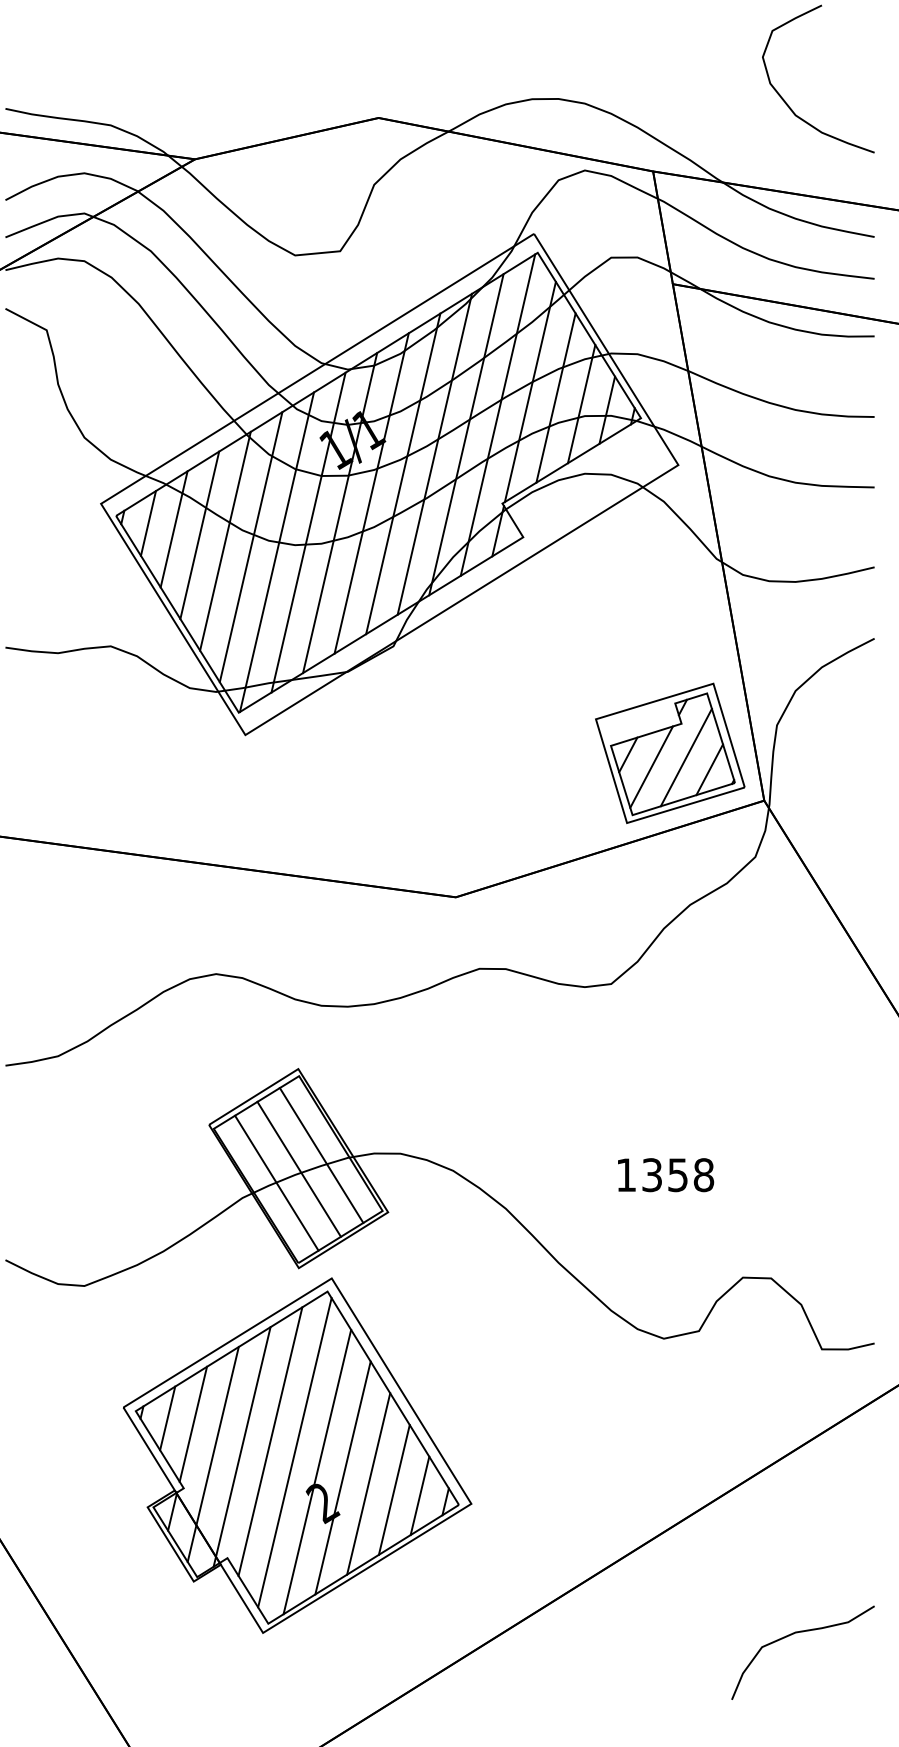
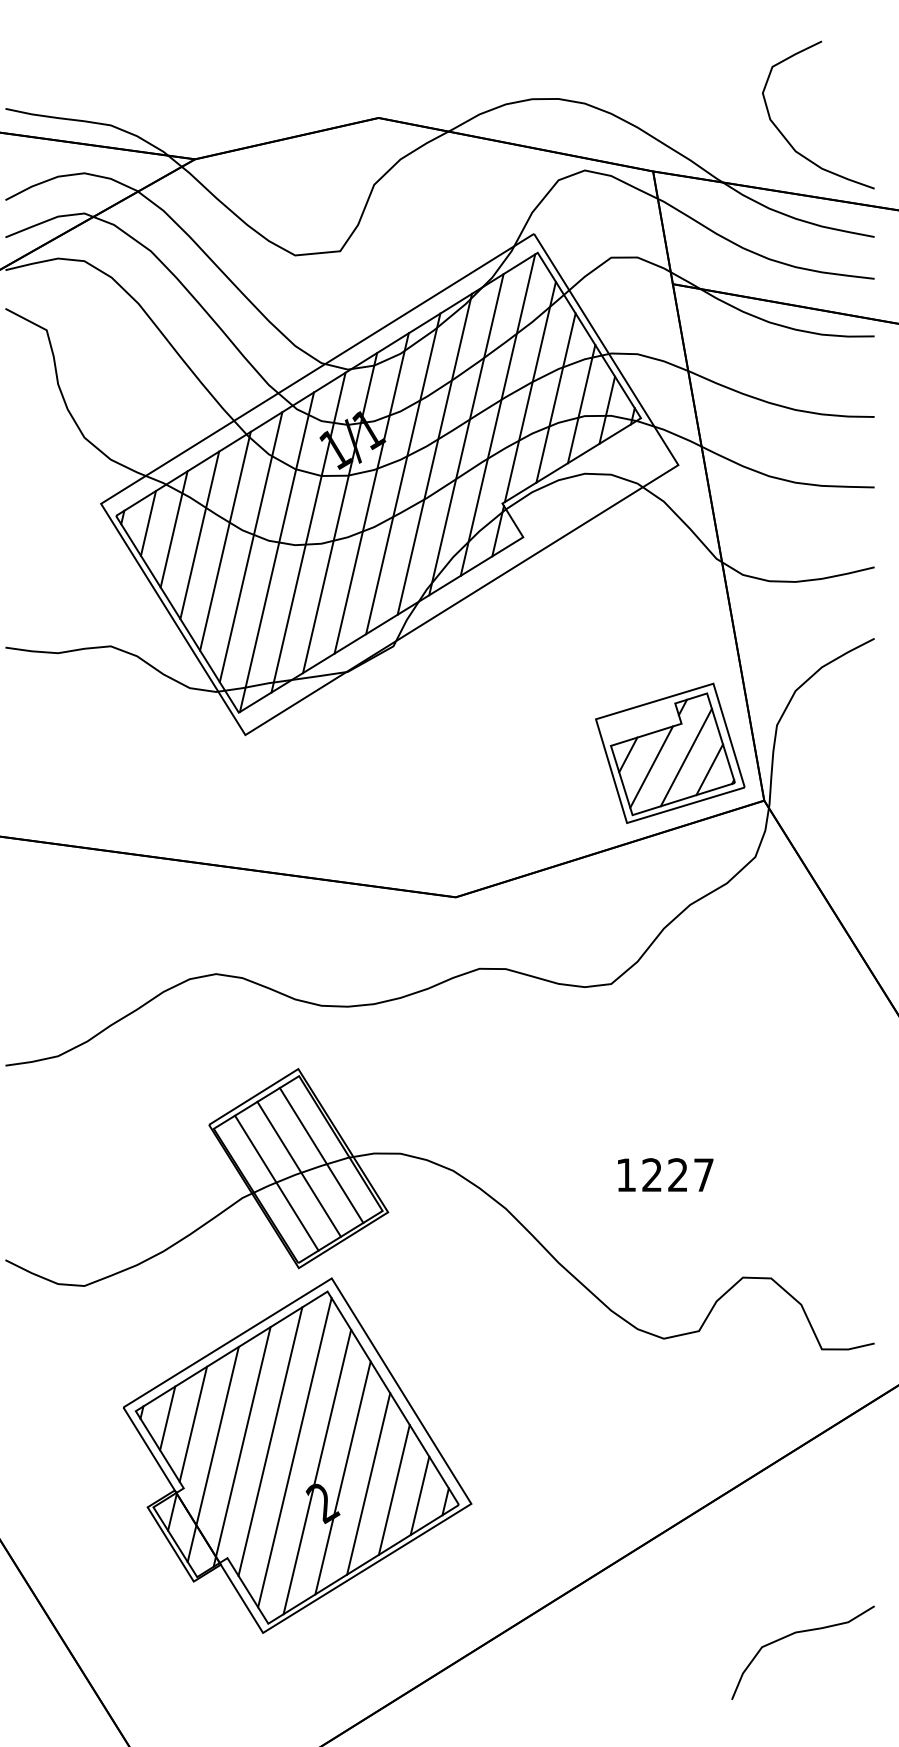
curve at (788, 104) position: (788, 104) -> (788, 140)
text at (678, 1175): 1358 -> 1227
